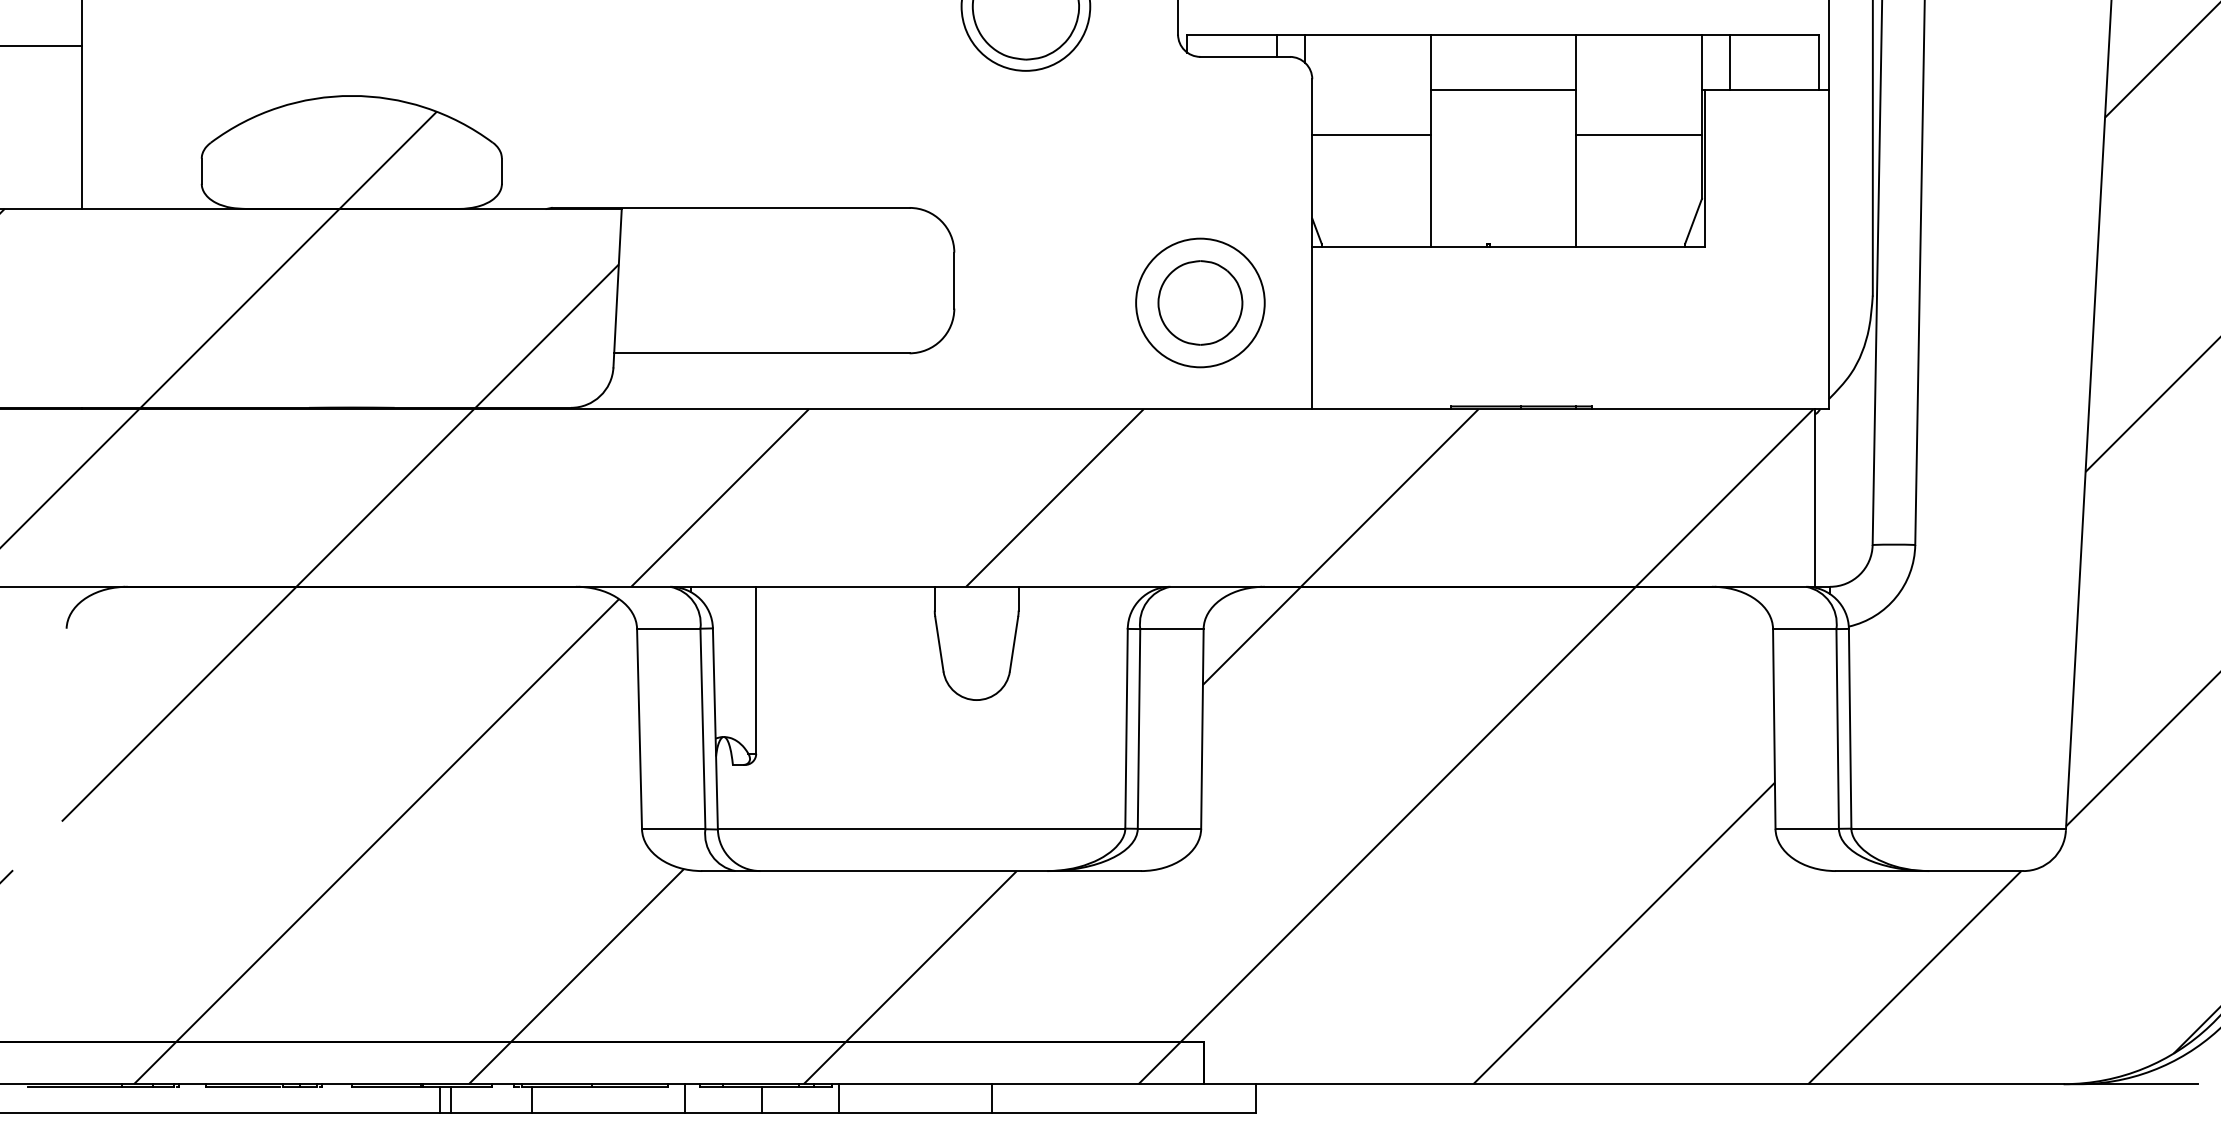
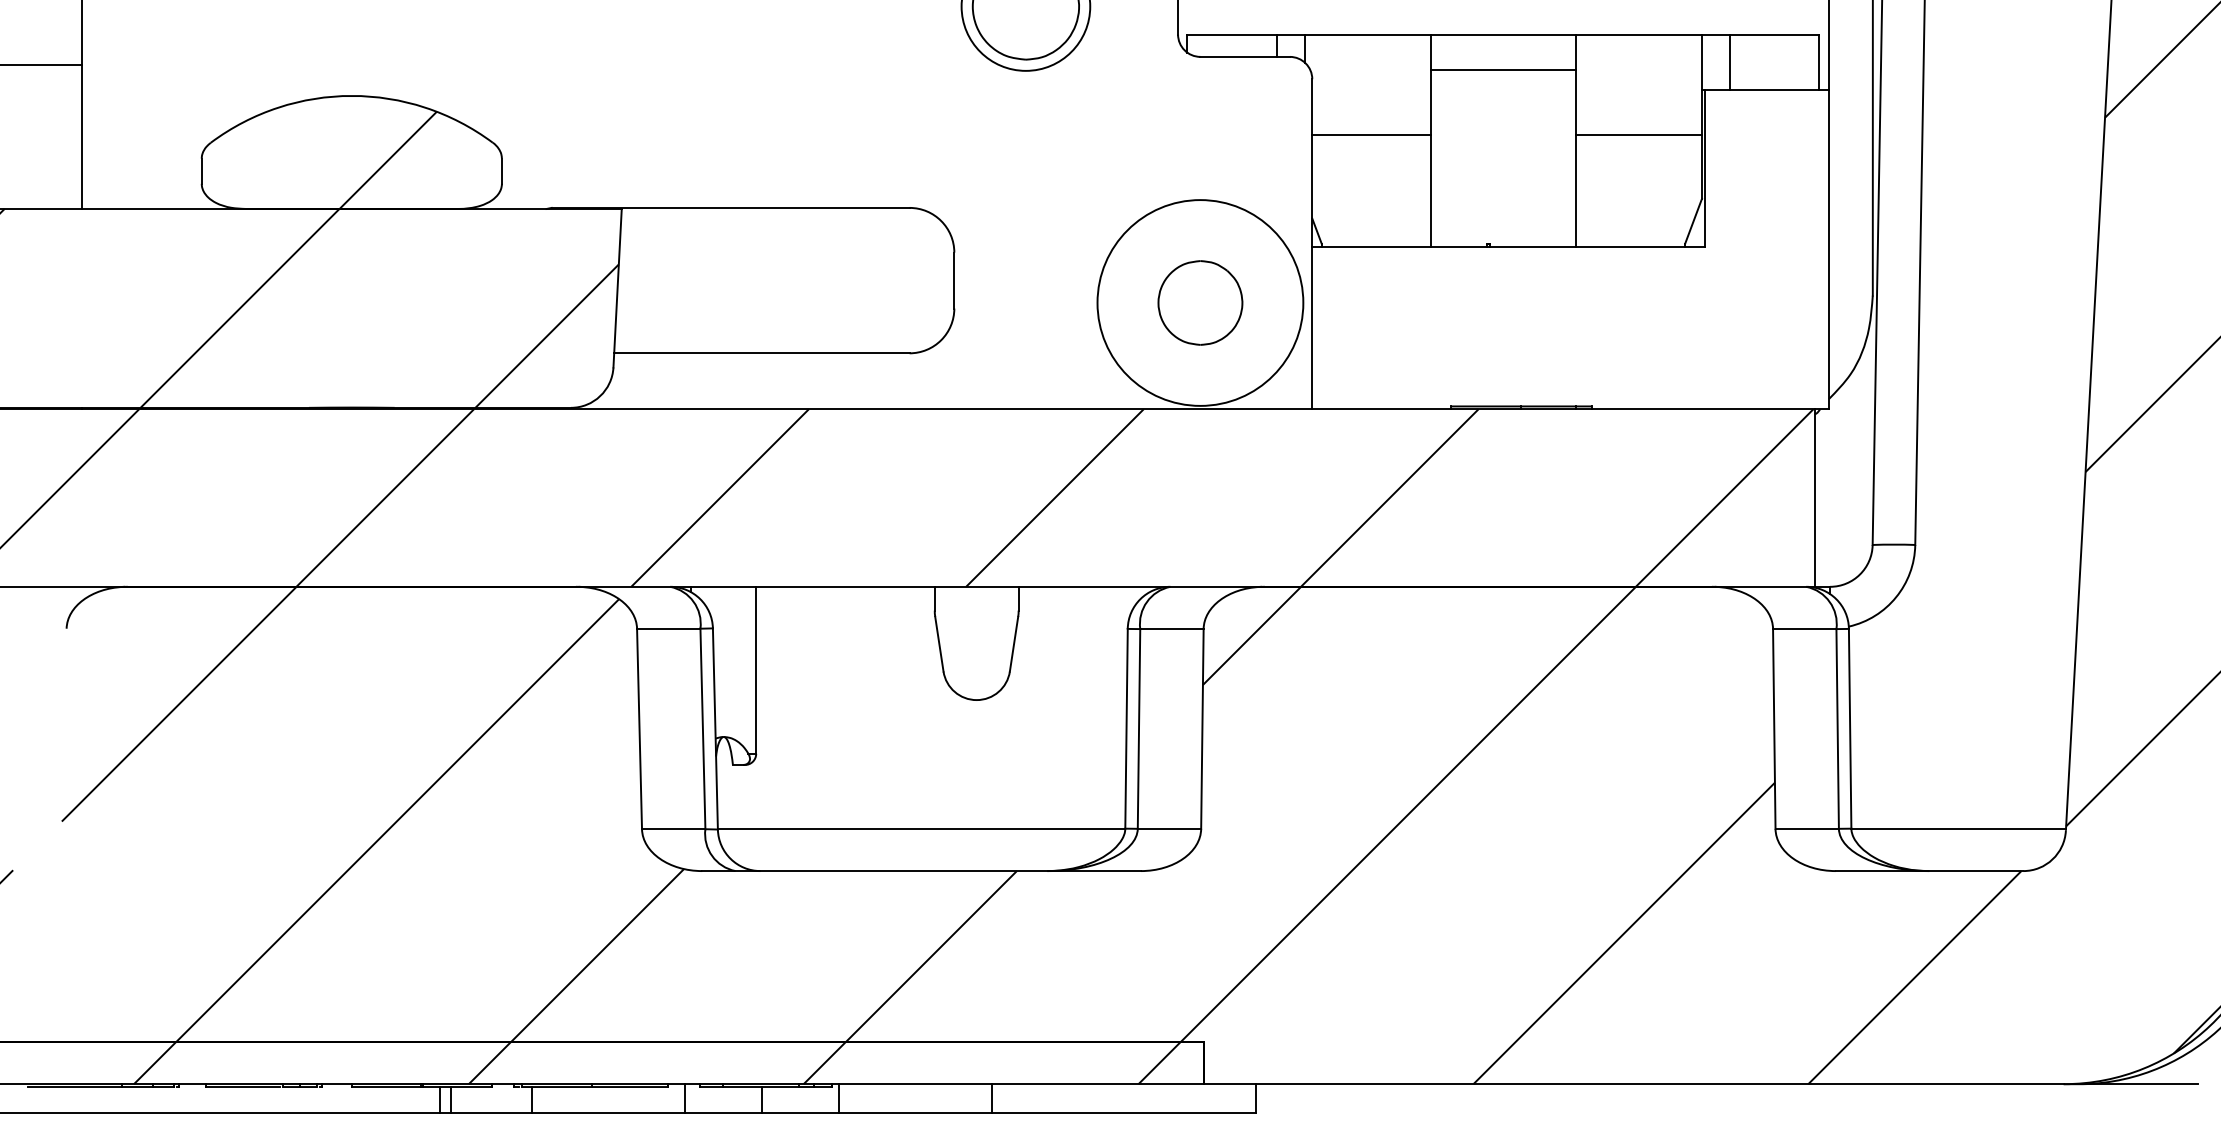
line at (41, 45) position: (41, 45) -> (41, 64)
line at (1503, 90) position: (1503, 90) -> (1503, 70)
circle at (1200, 302) diameter: 129 px -> 206 px
